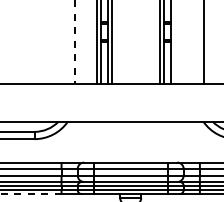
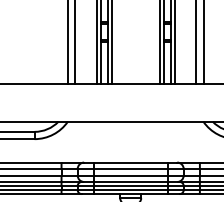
line at (67, 42): none -> present
line at (75, 42): dashed -> solid
line at (174, 42): none -> present
line at (196, 42): none -> present
line at (30, 194): dashed -> solid
